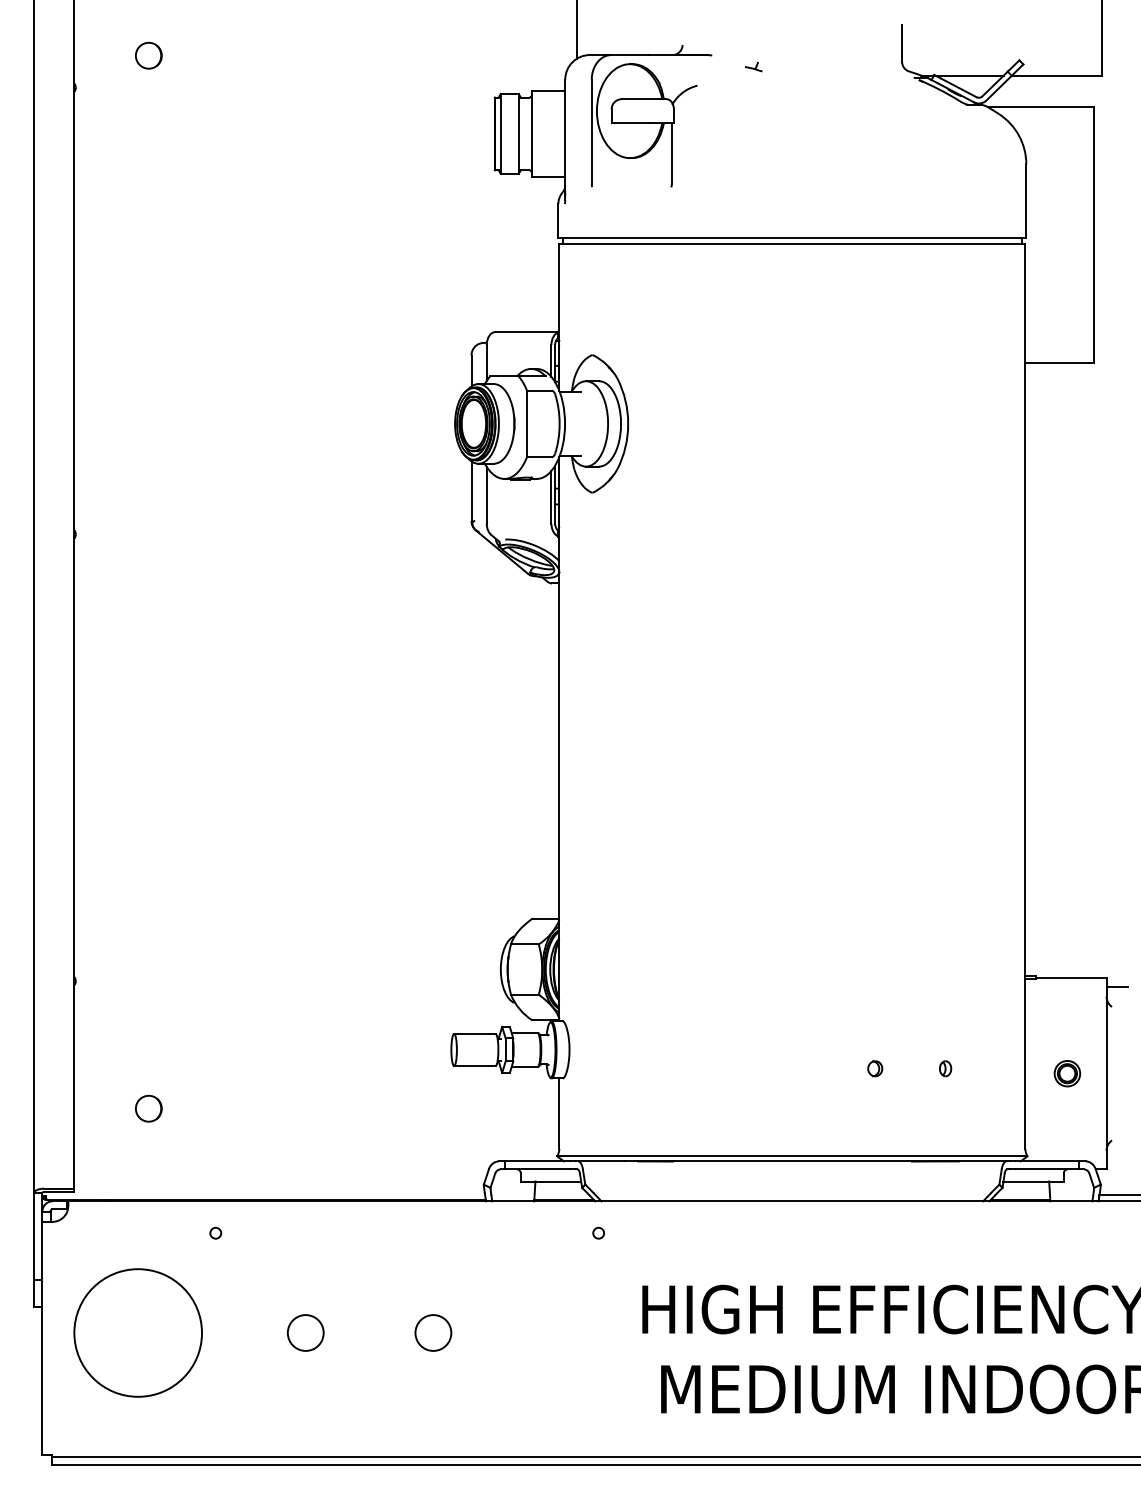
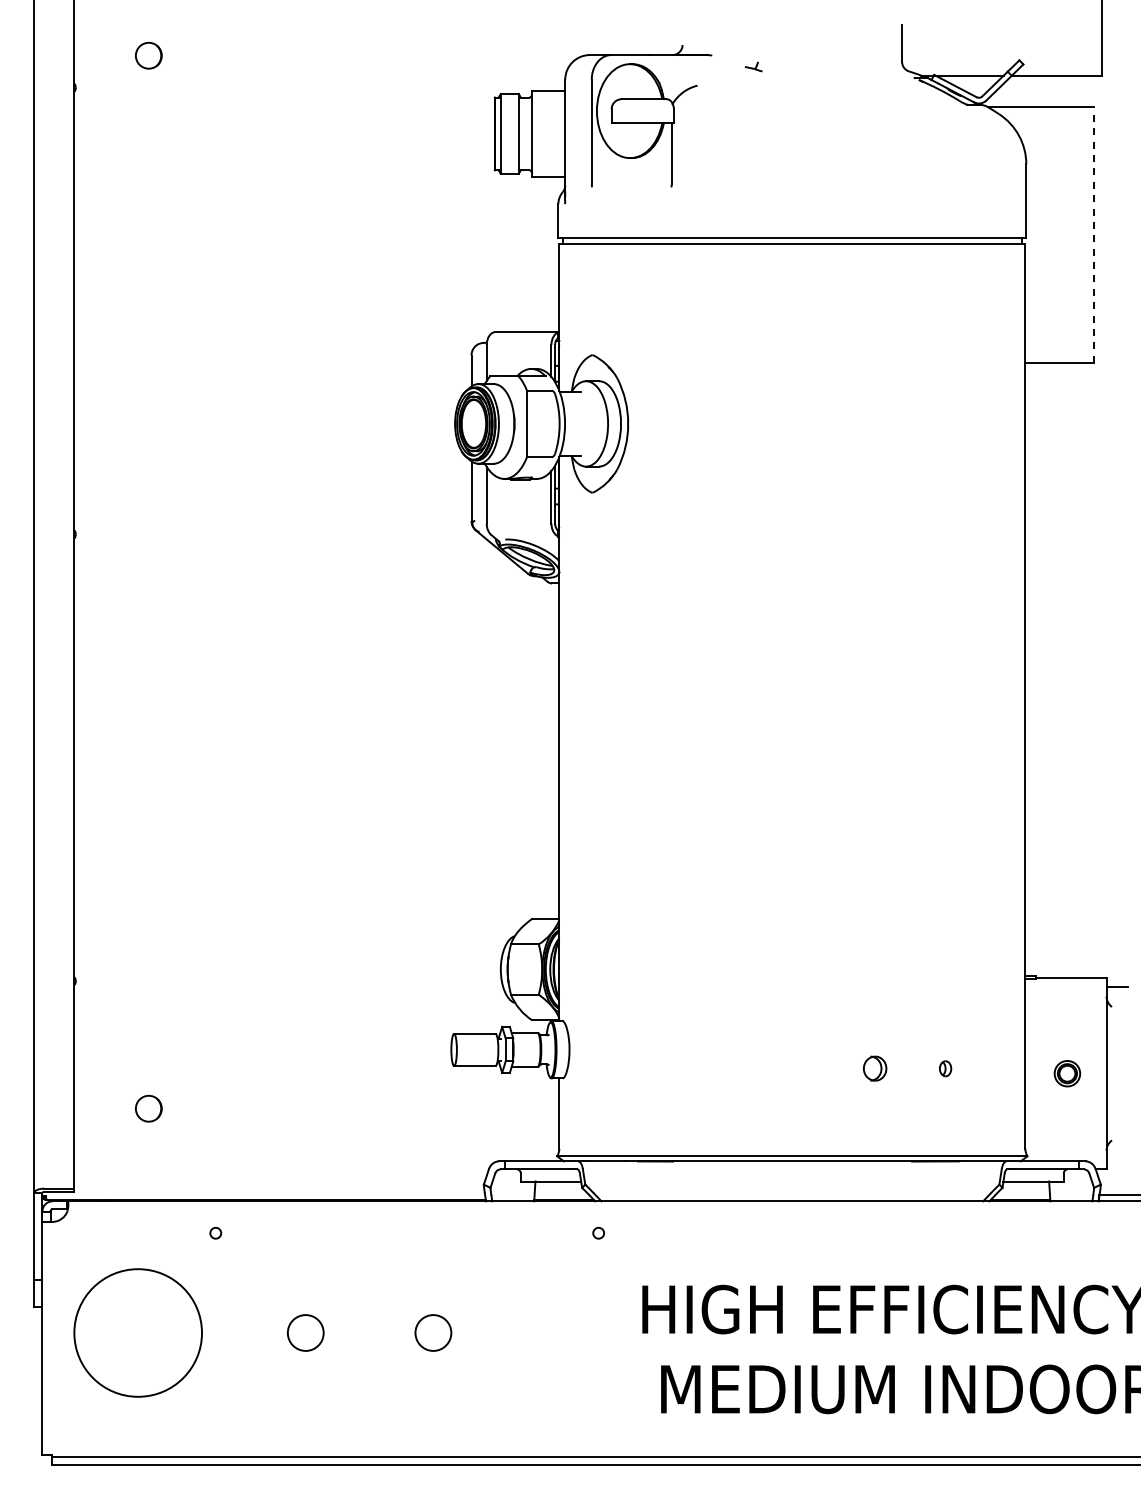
line at (577, 30): present -> none
line at (1094, 235): solid -> dashed
part at (875, 1068) size: 17x18 px -> 25x27 px
